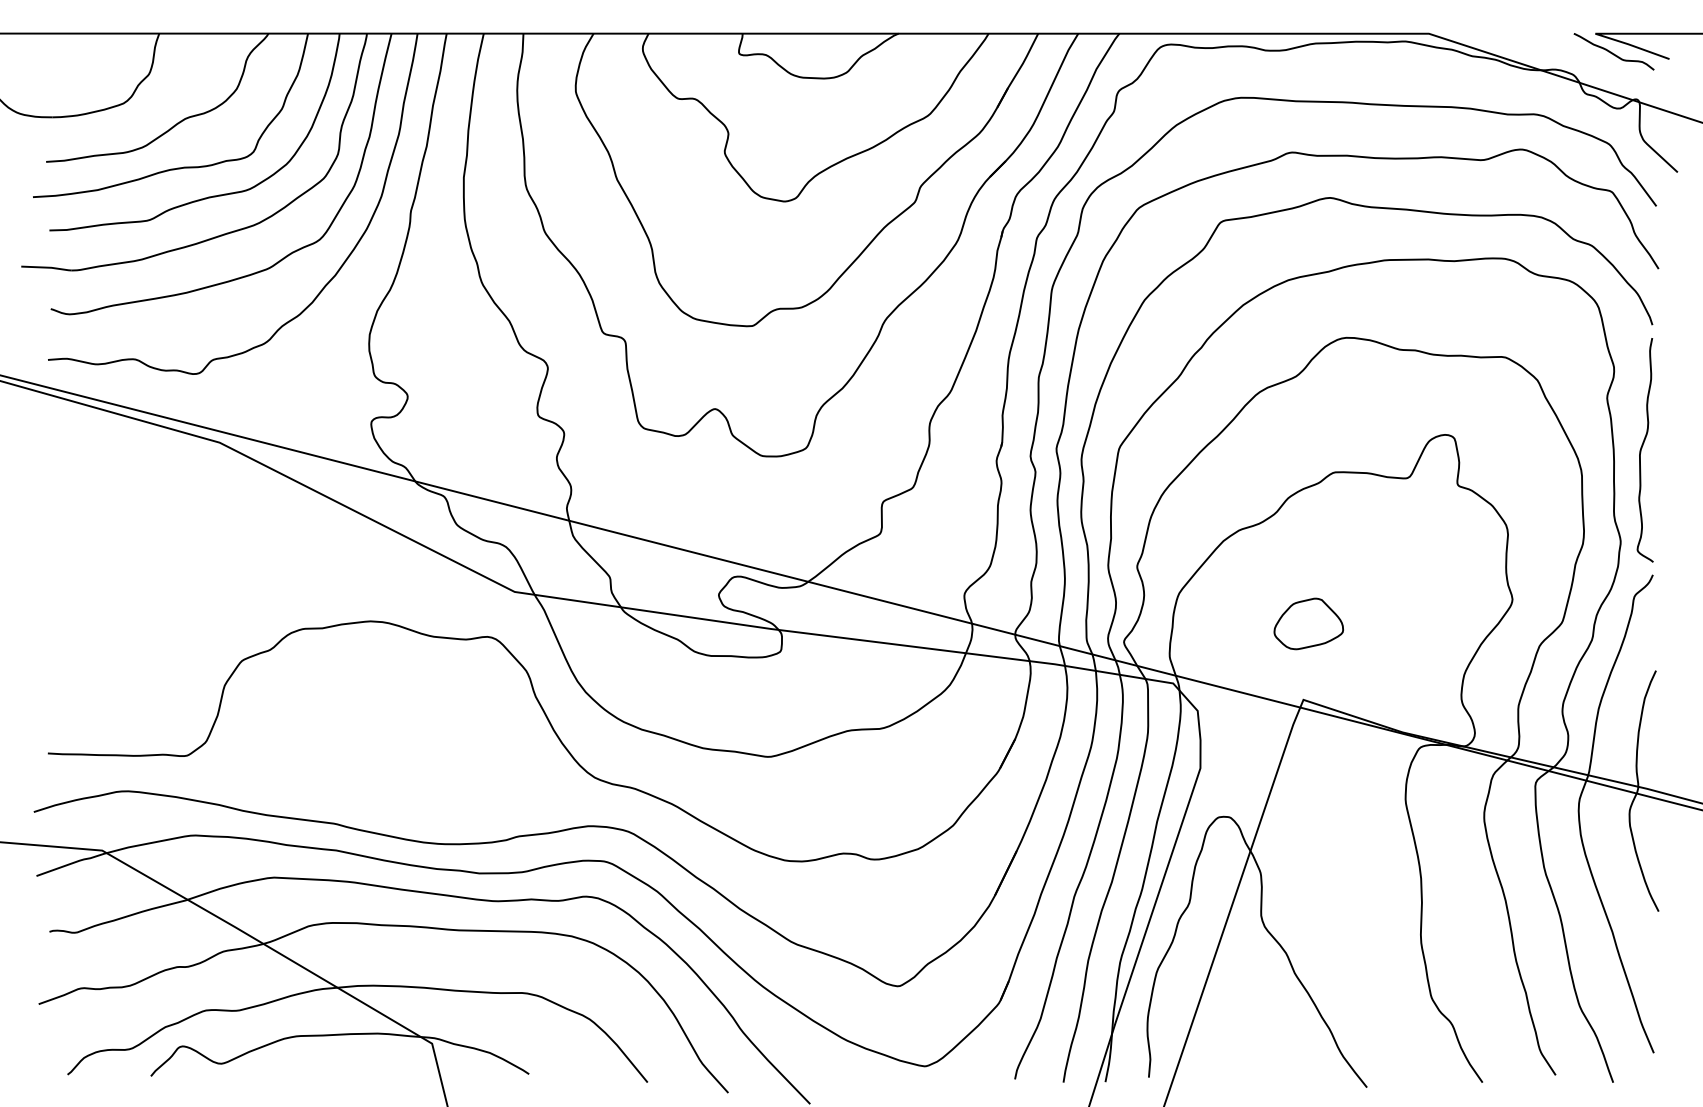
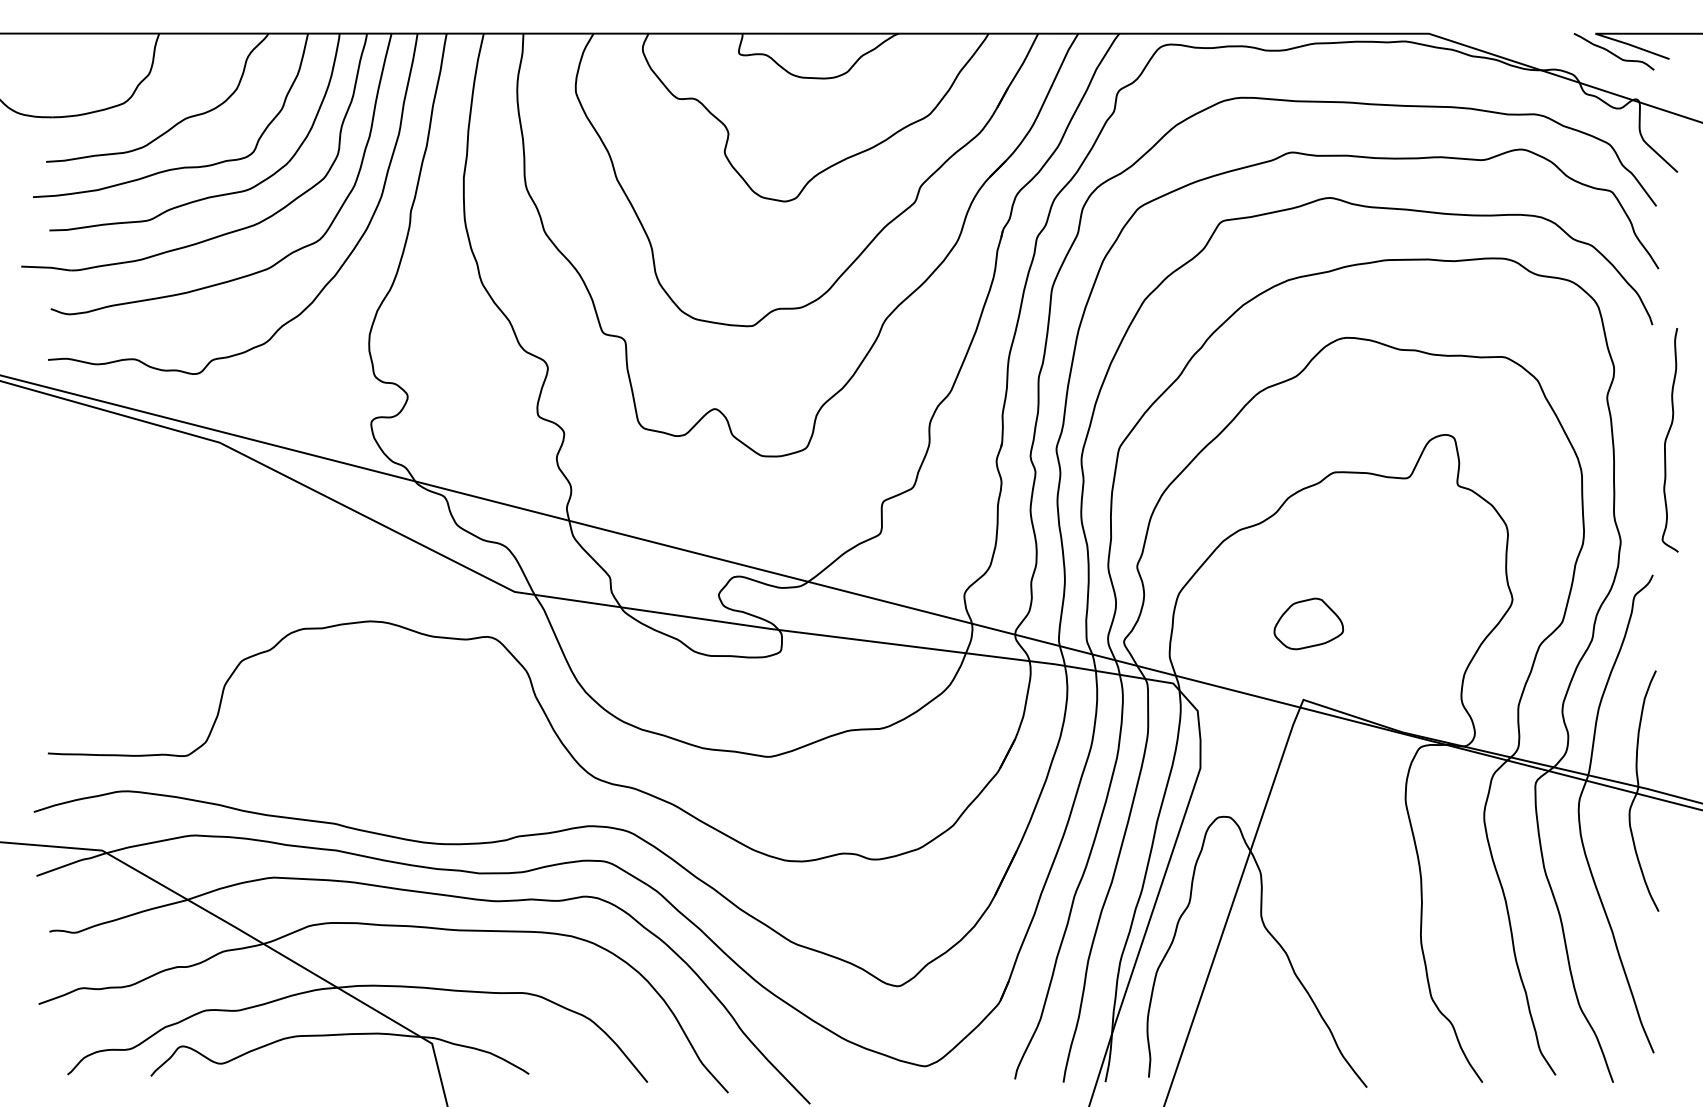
curve at (1642, 448) position: (1642, 448) -> (1667, 438)
